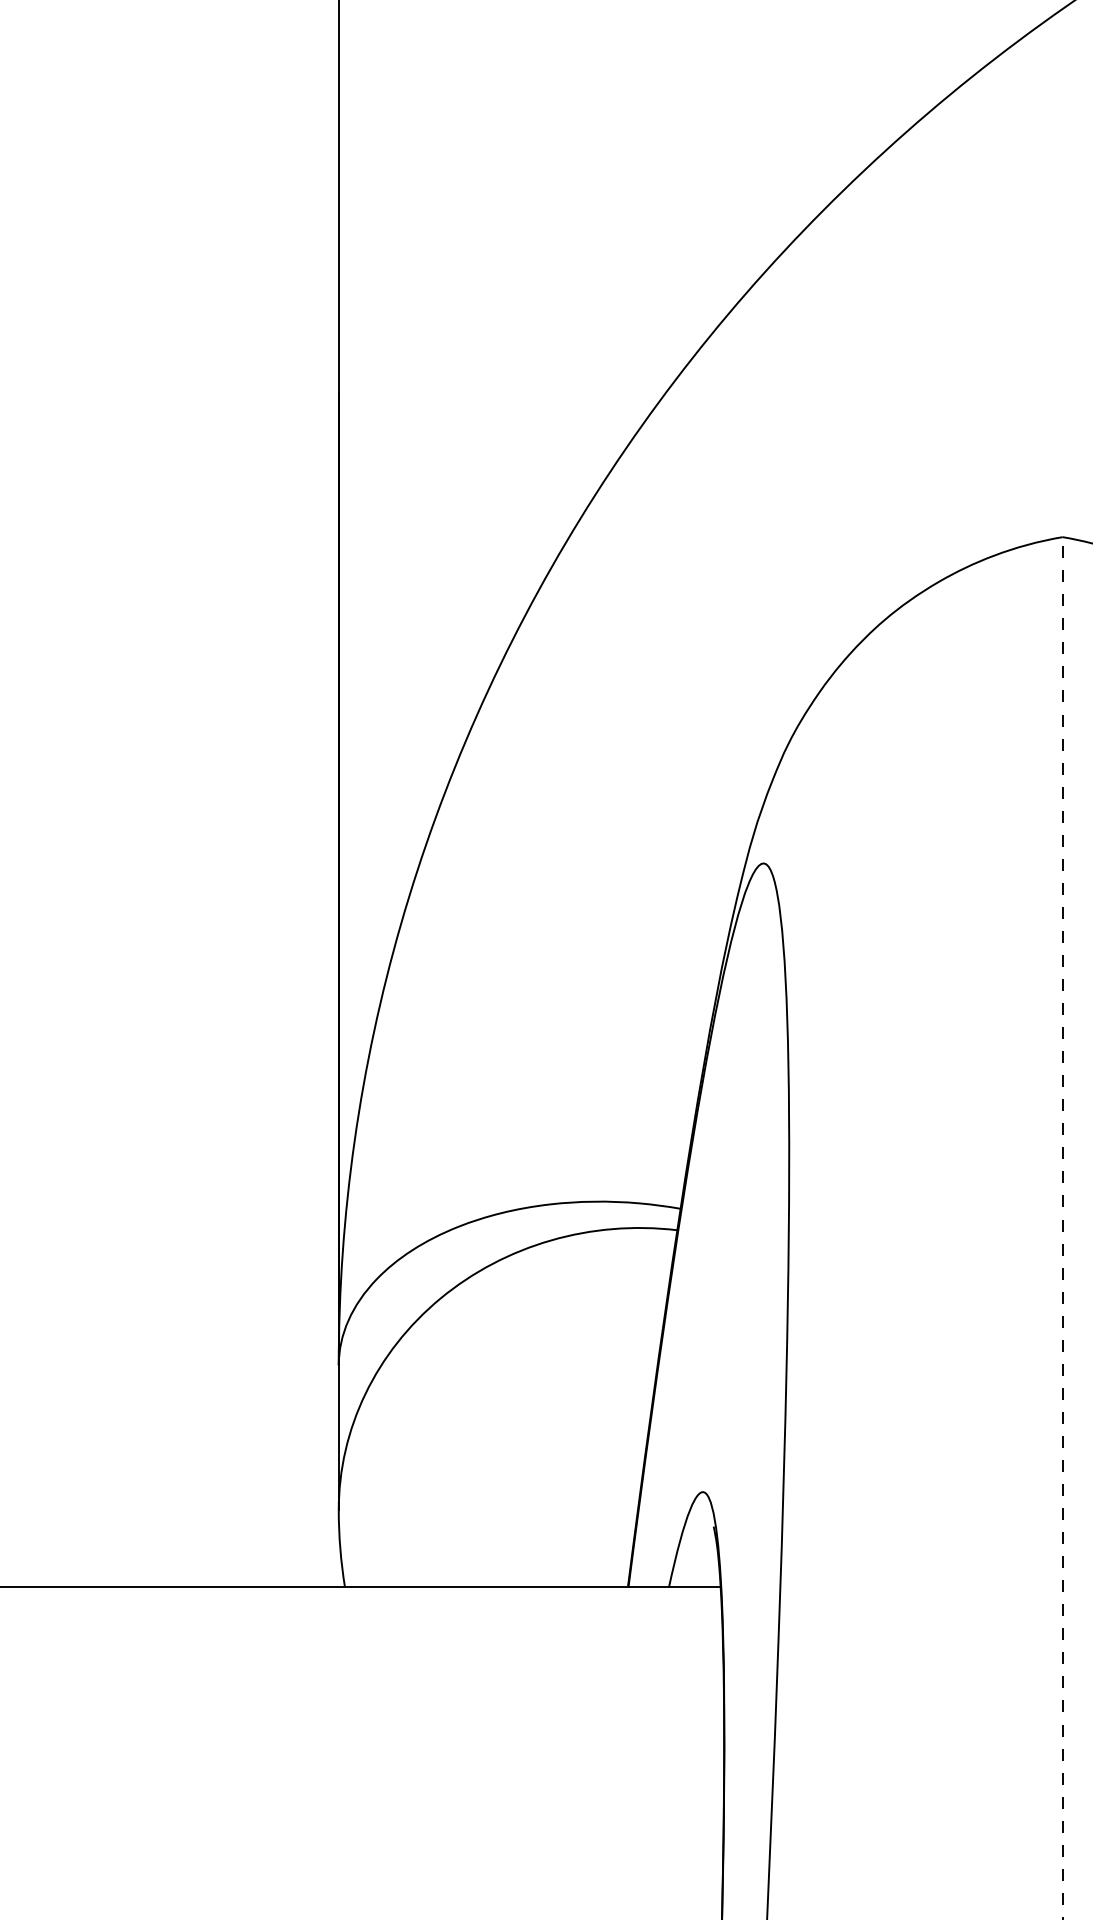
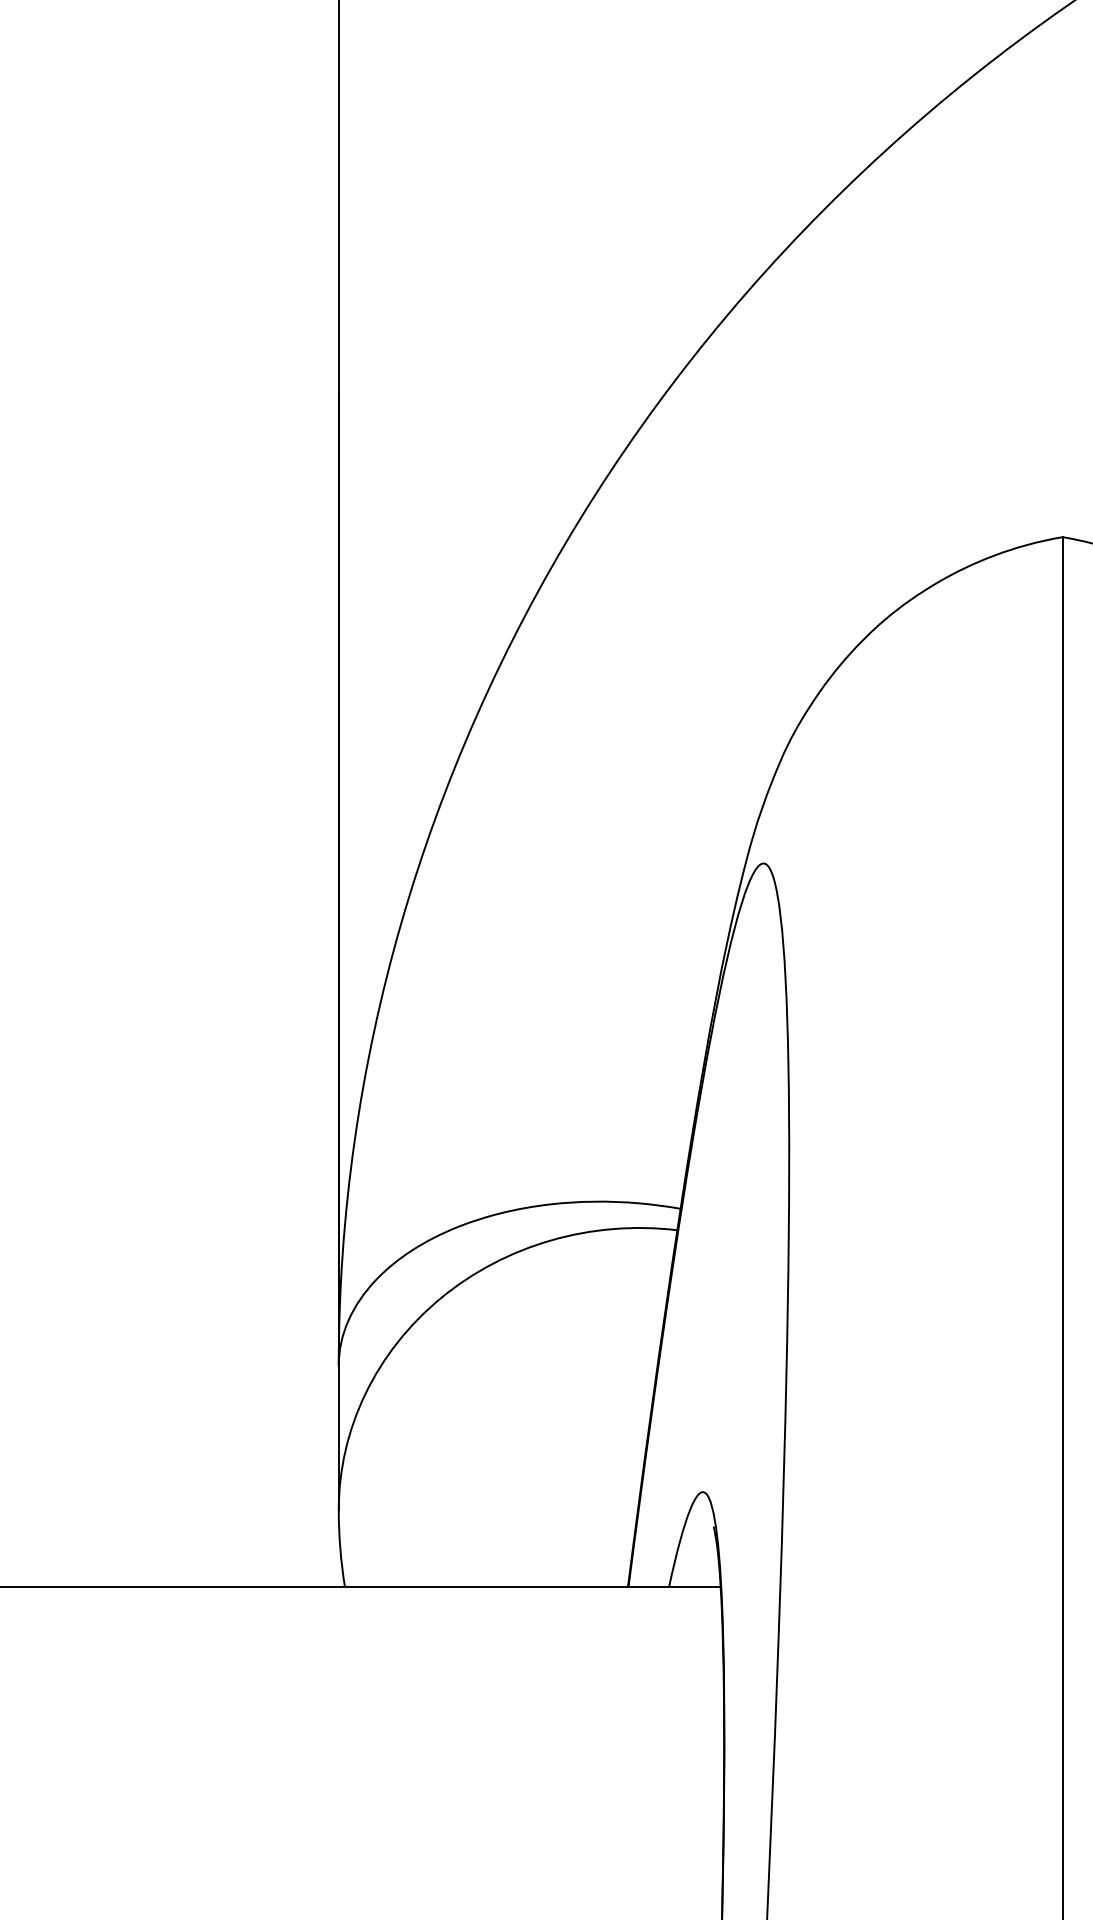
line at (1062, 1228): dashed -> solid
